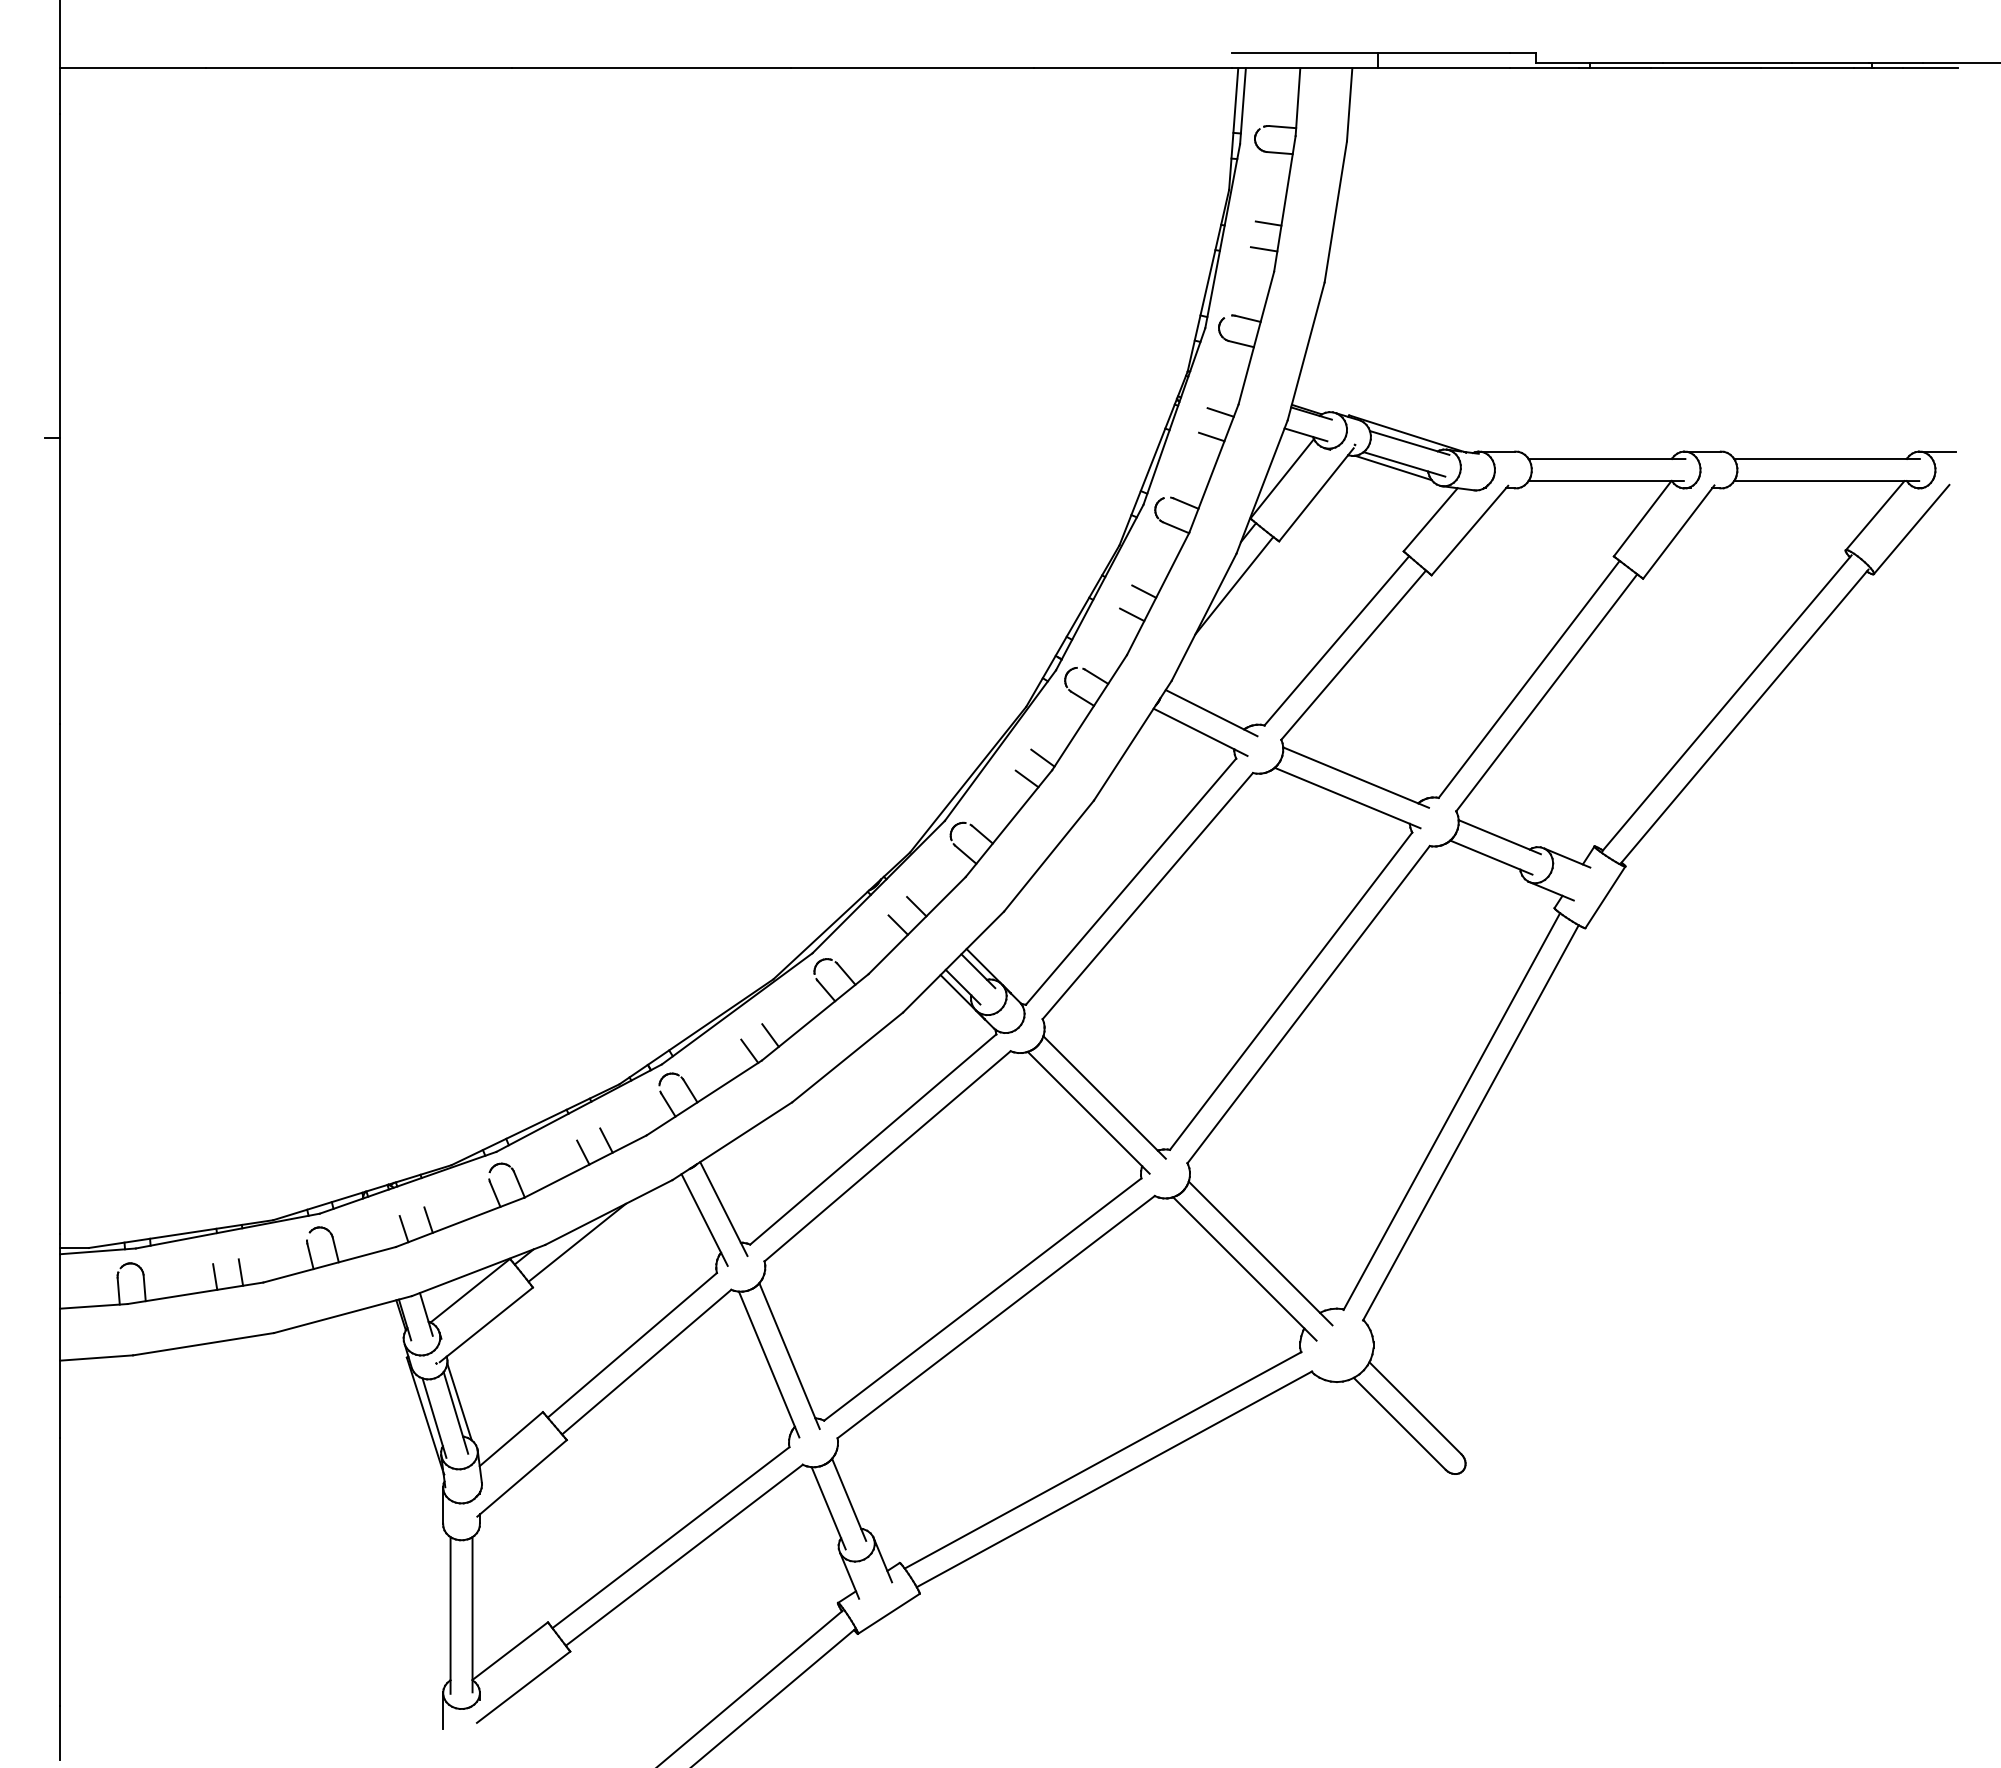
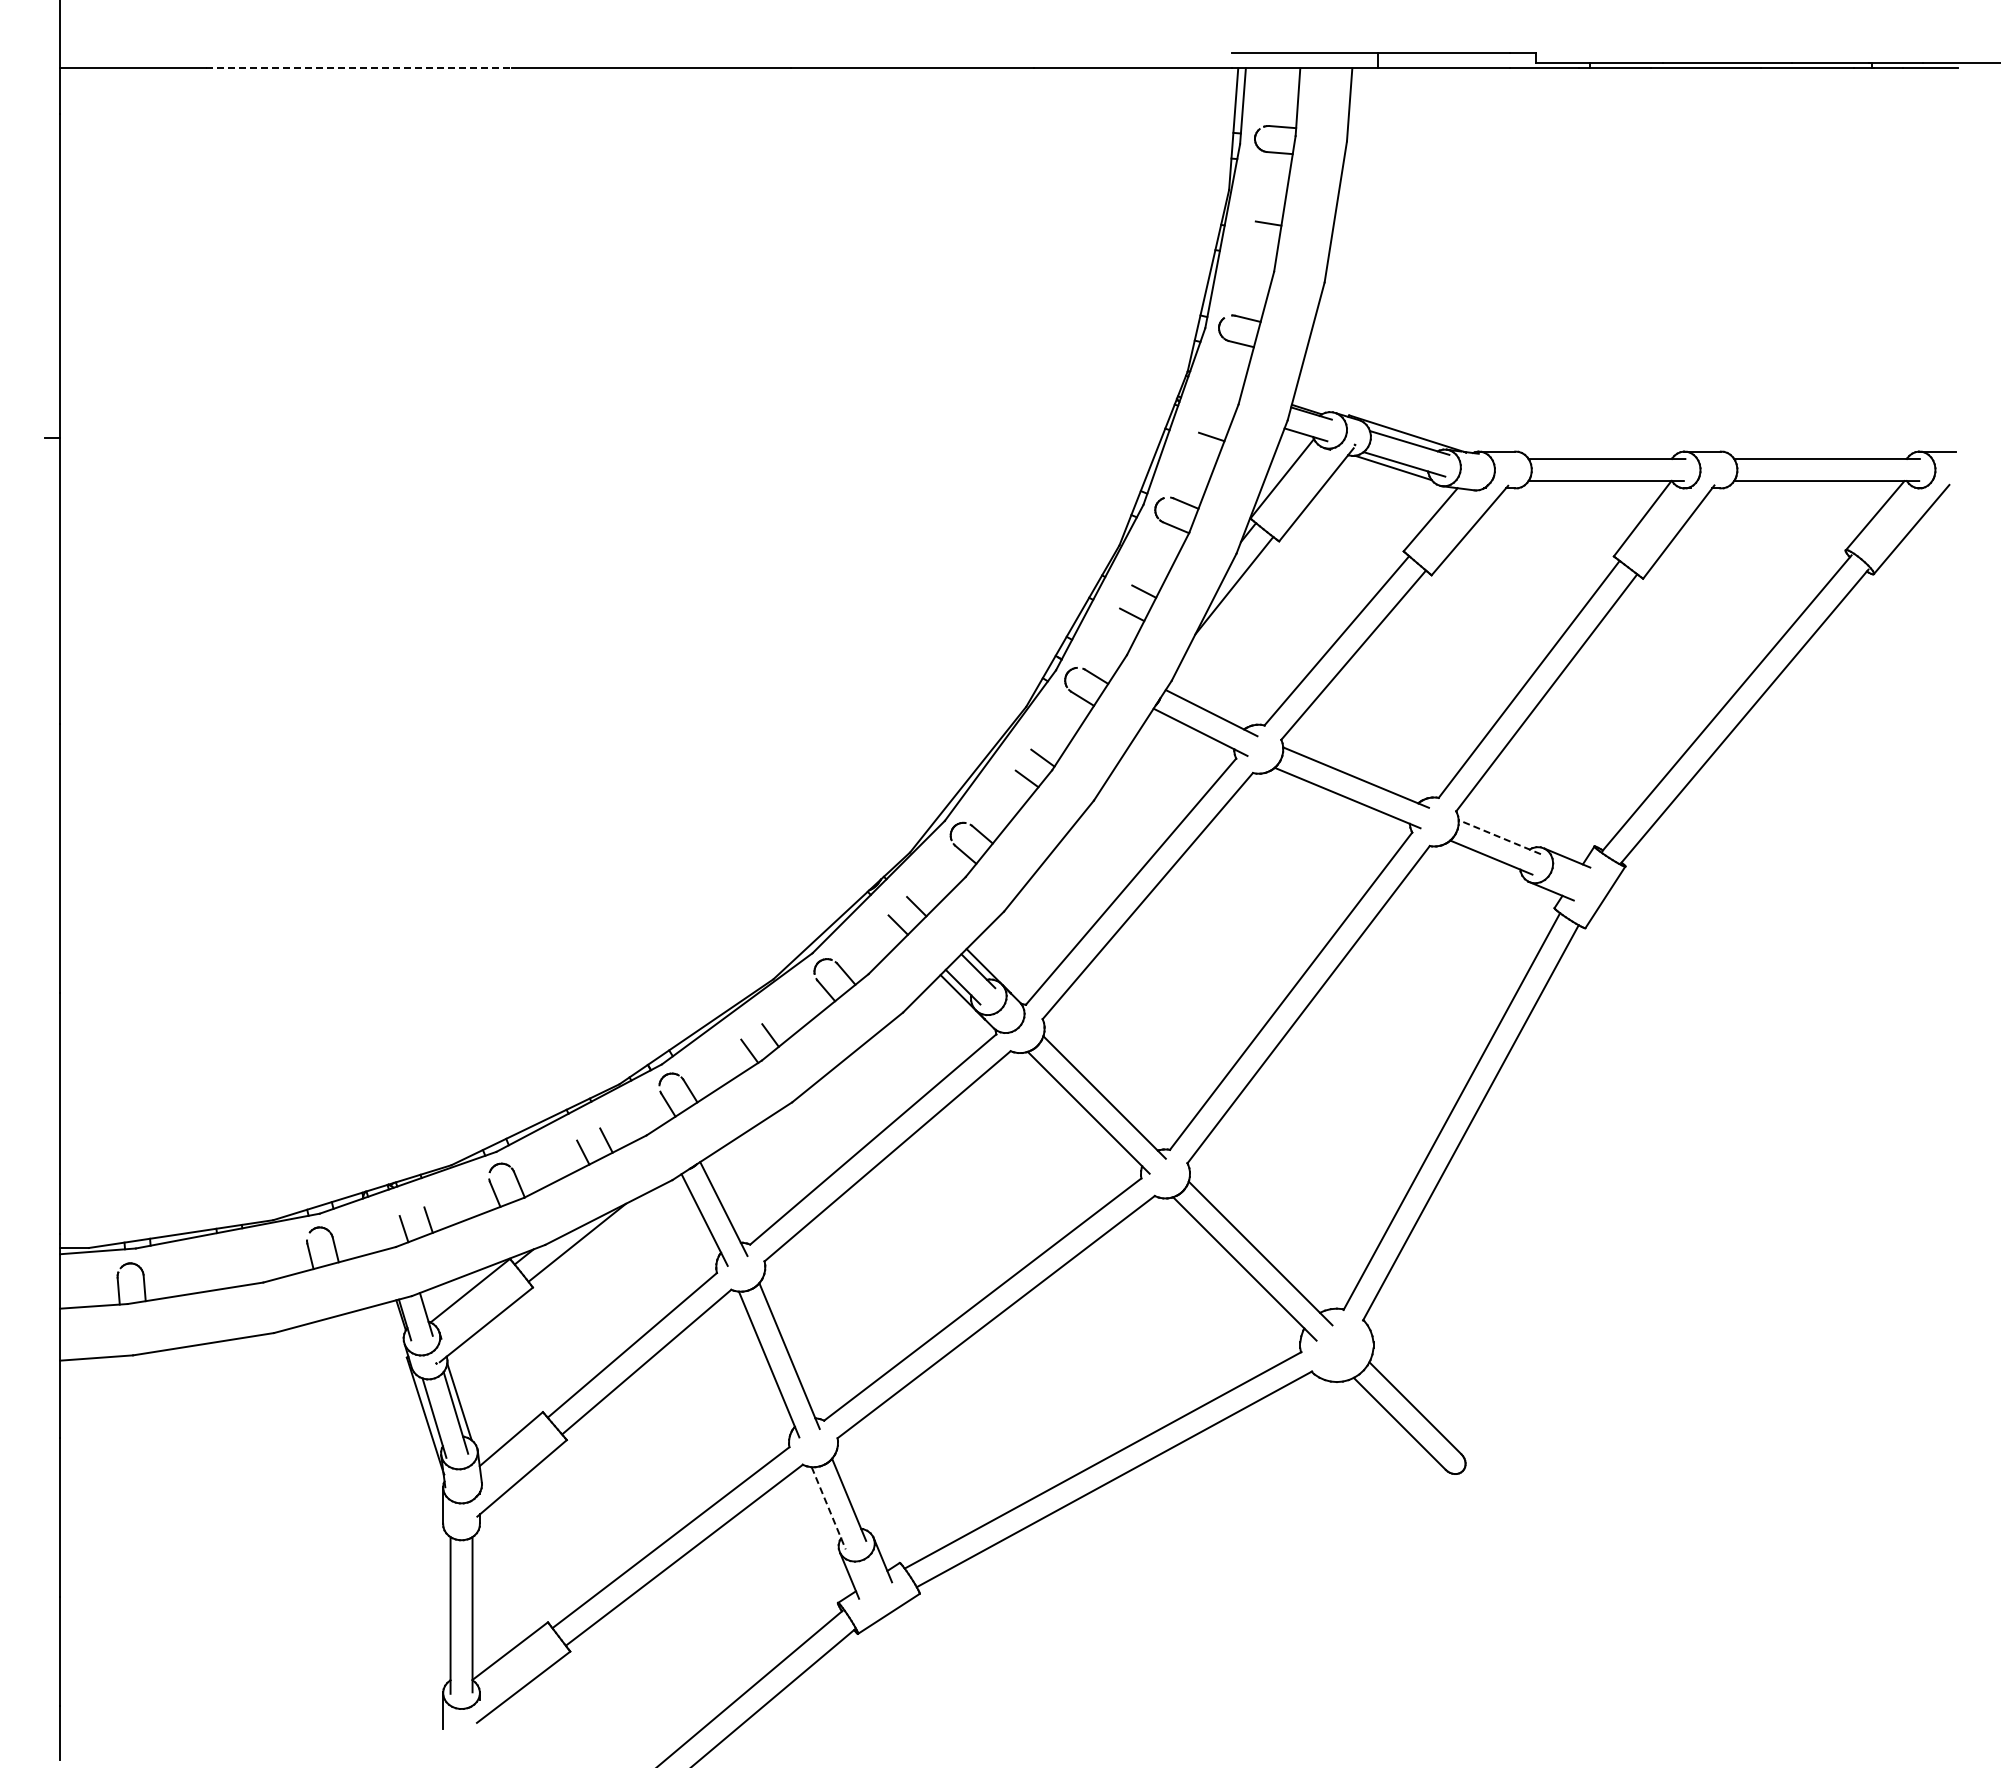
line at (358, 68): solid -> dashed
line at (1263, 249): present -> none
line at (1220, 412): present -> none
line at (1499, 836): solid -> dashed
line at (240, 1272): present -> none
line at (215, 1276): present -> none
line at (828, 1508): solid -> dashed
